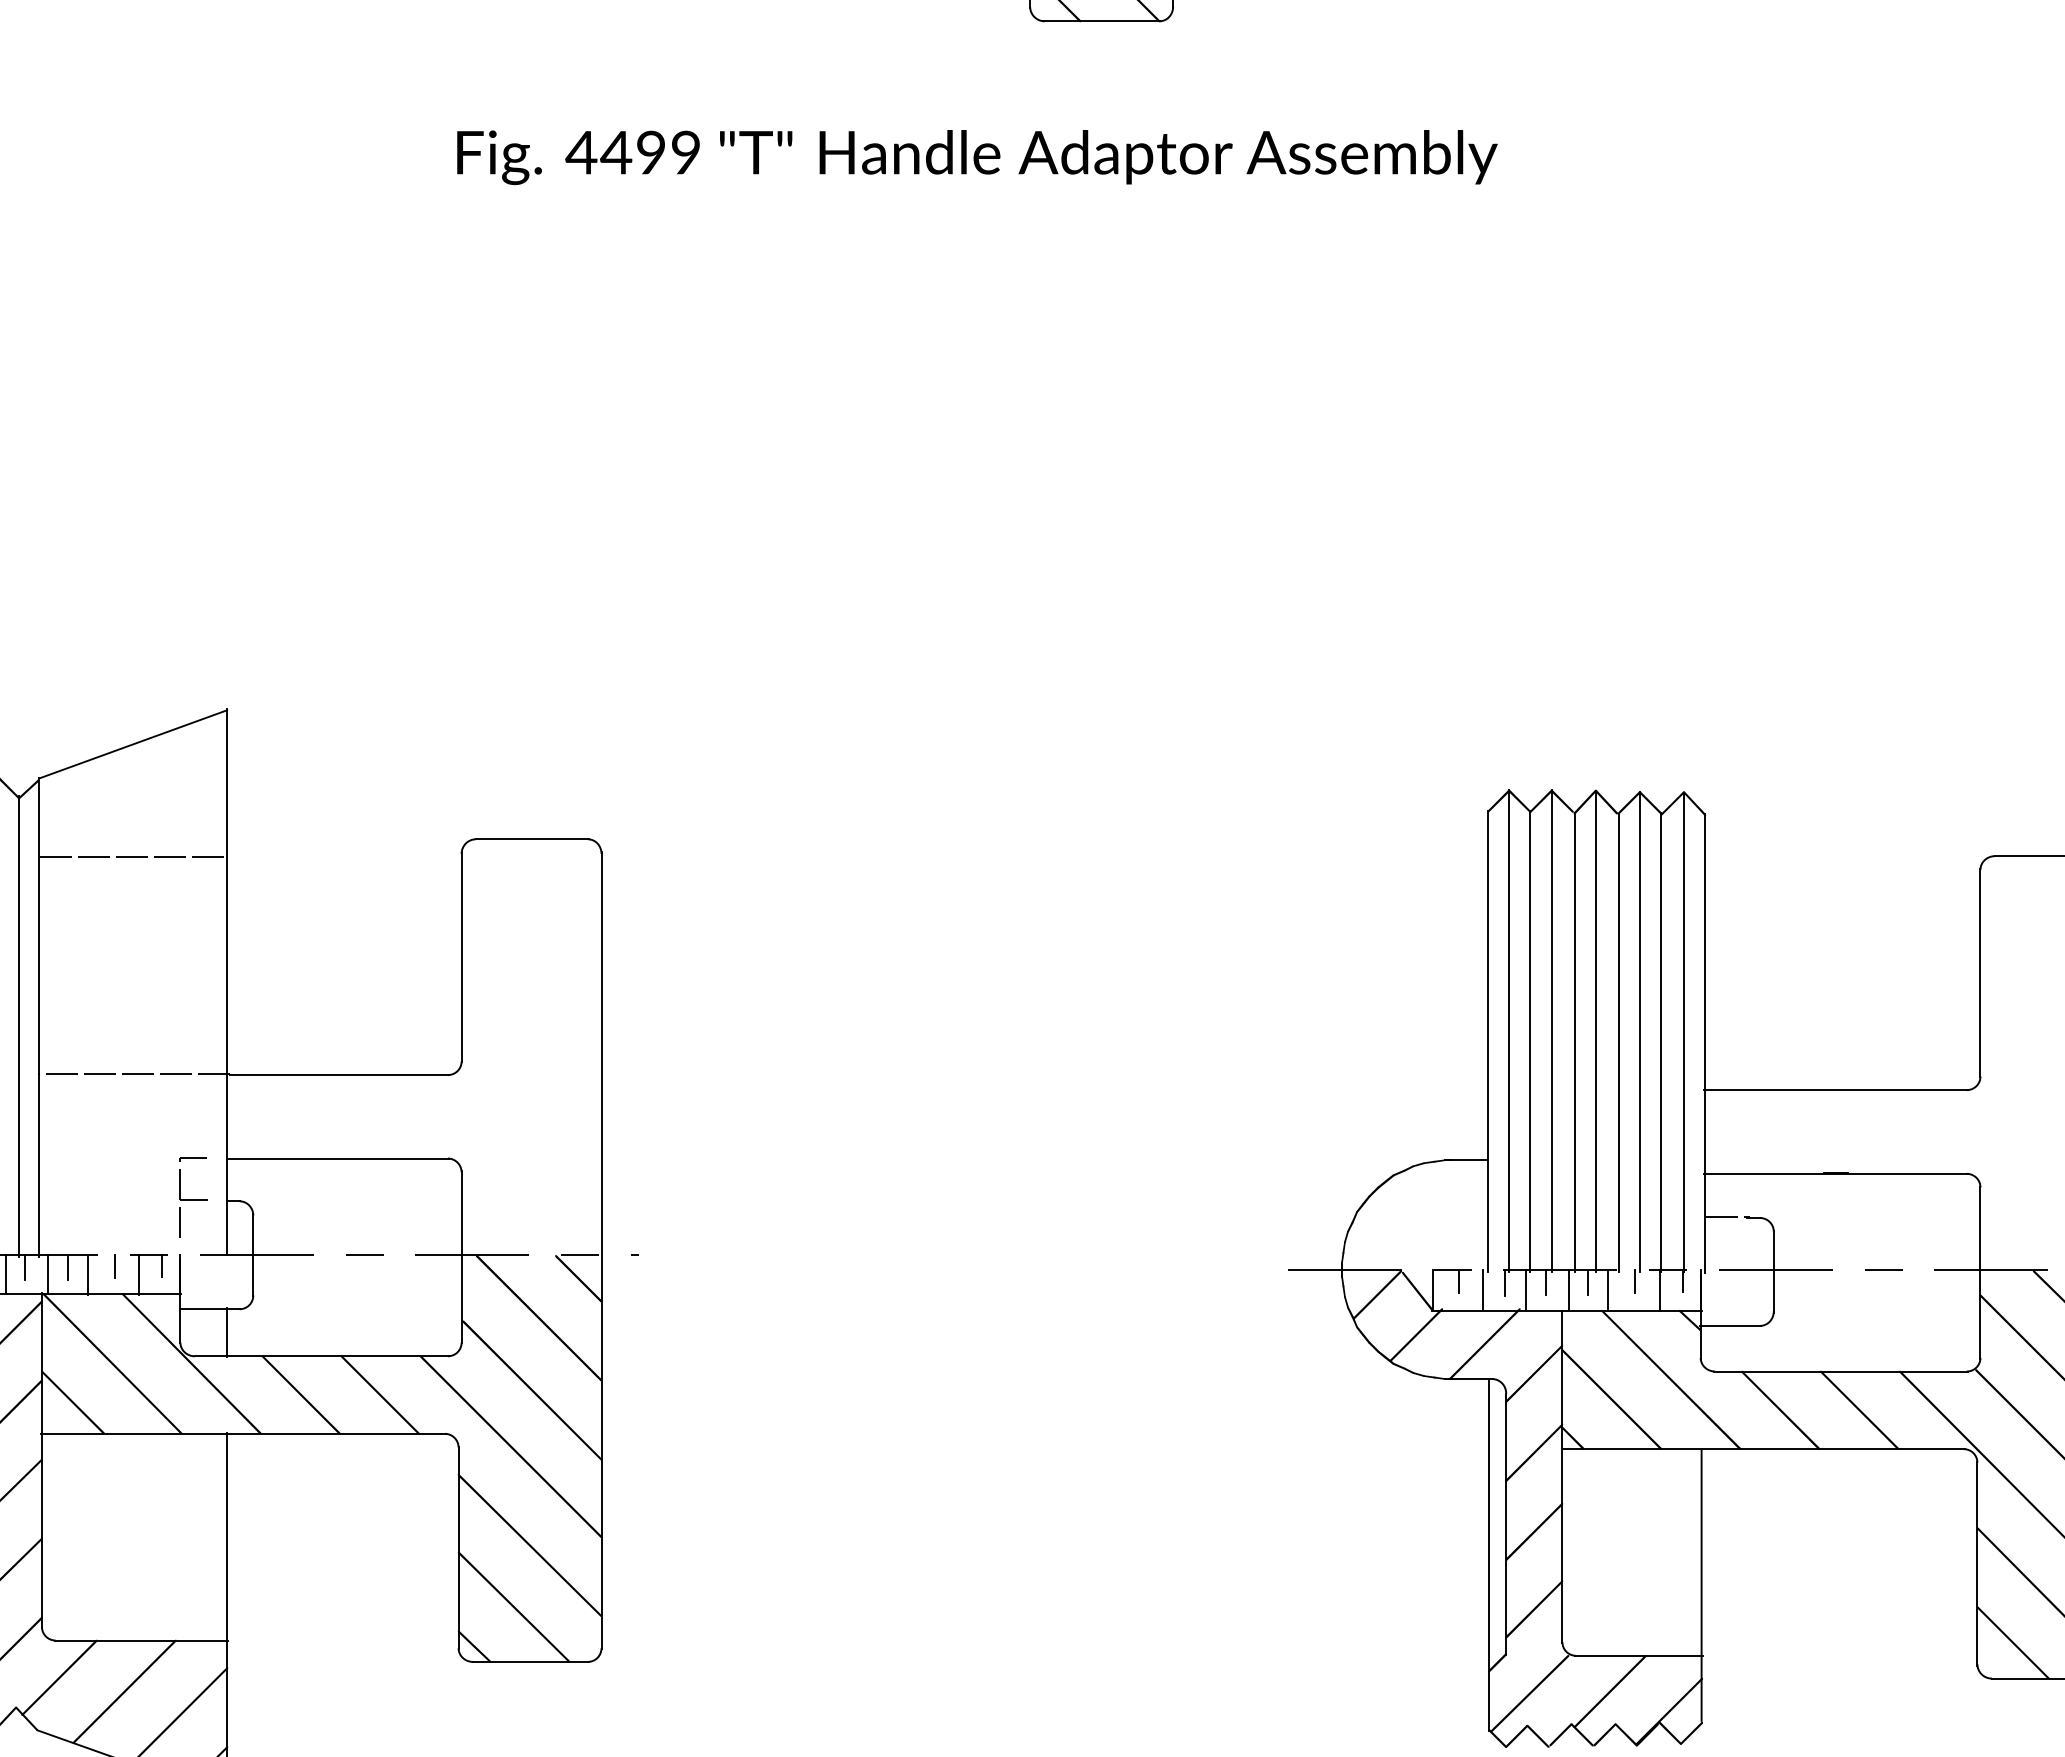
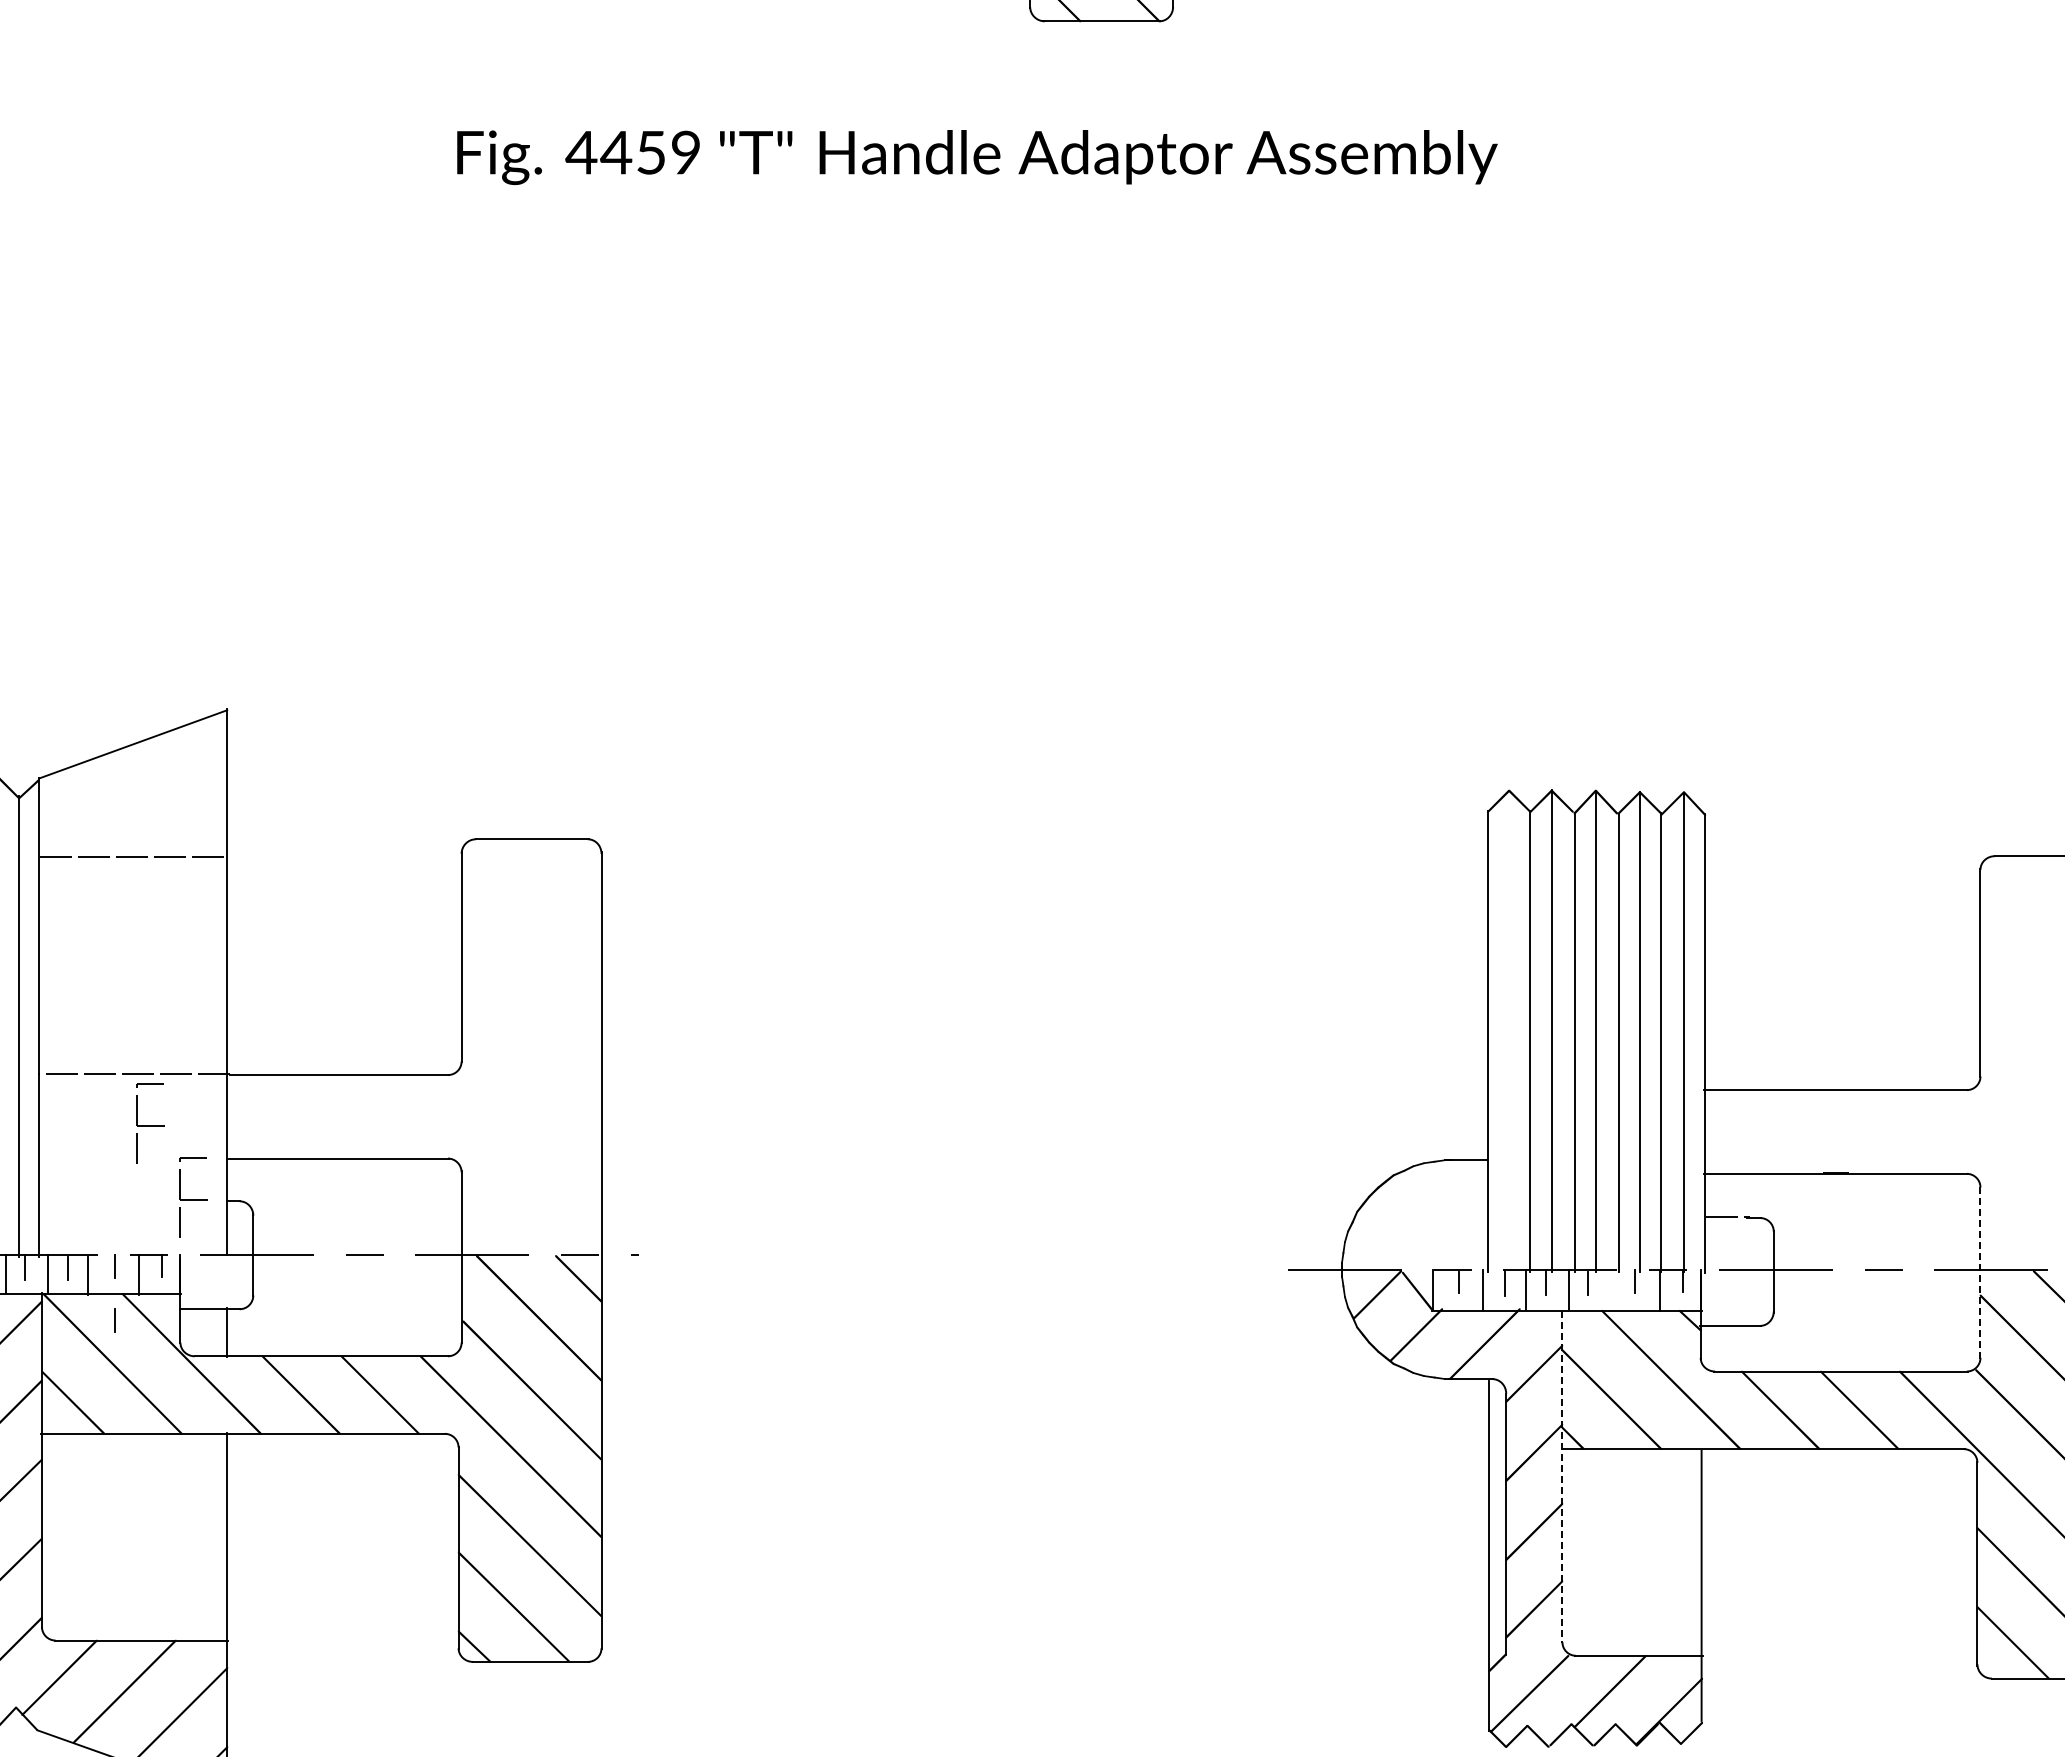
text at (650, 152): 4499 -> 4459
line at (1509, 1030): present -> none
part at (150, 1123): none -> present
line at (1980, 1272): solid -> dashed
line at (1608, 1291): present -> none
line at (114, 1320): none -> present
line at (1562, 1477): solid -> dashed
